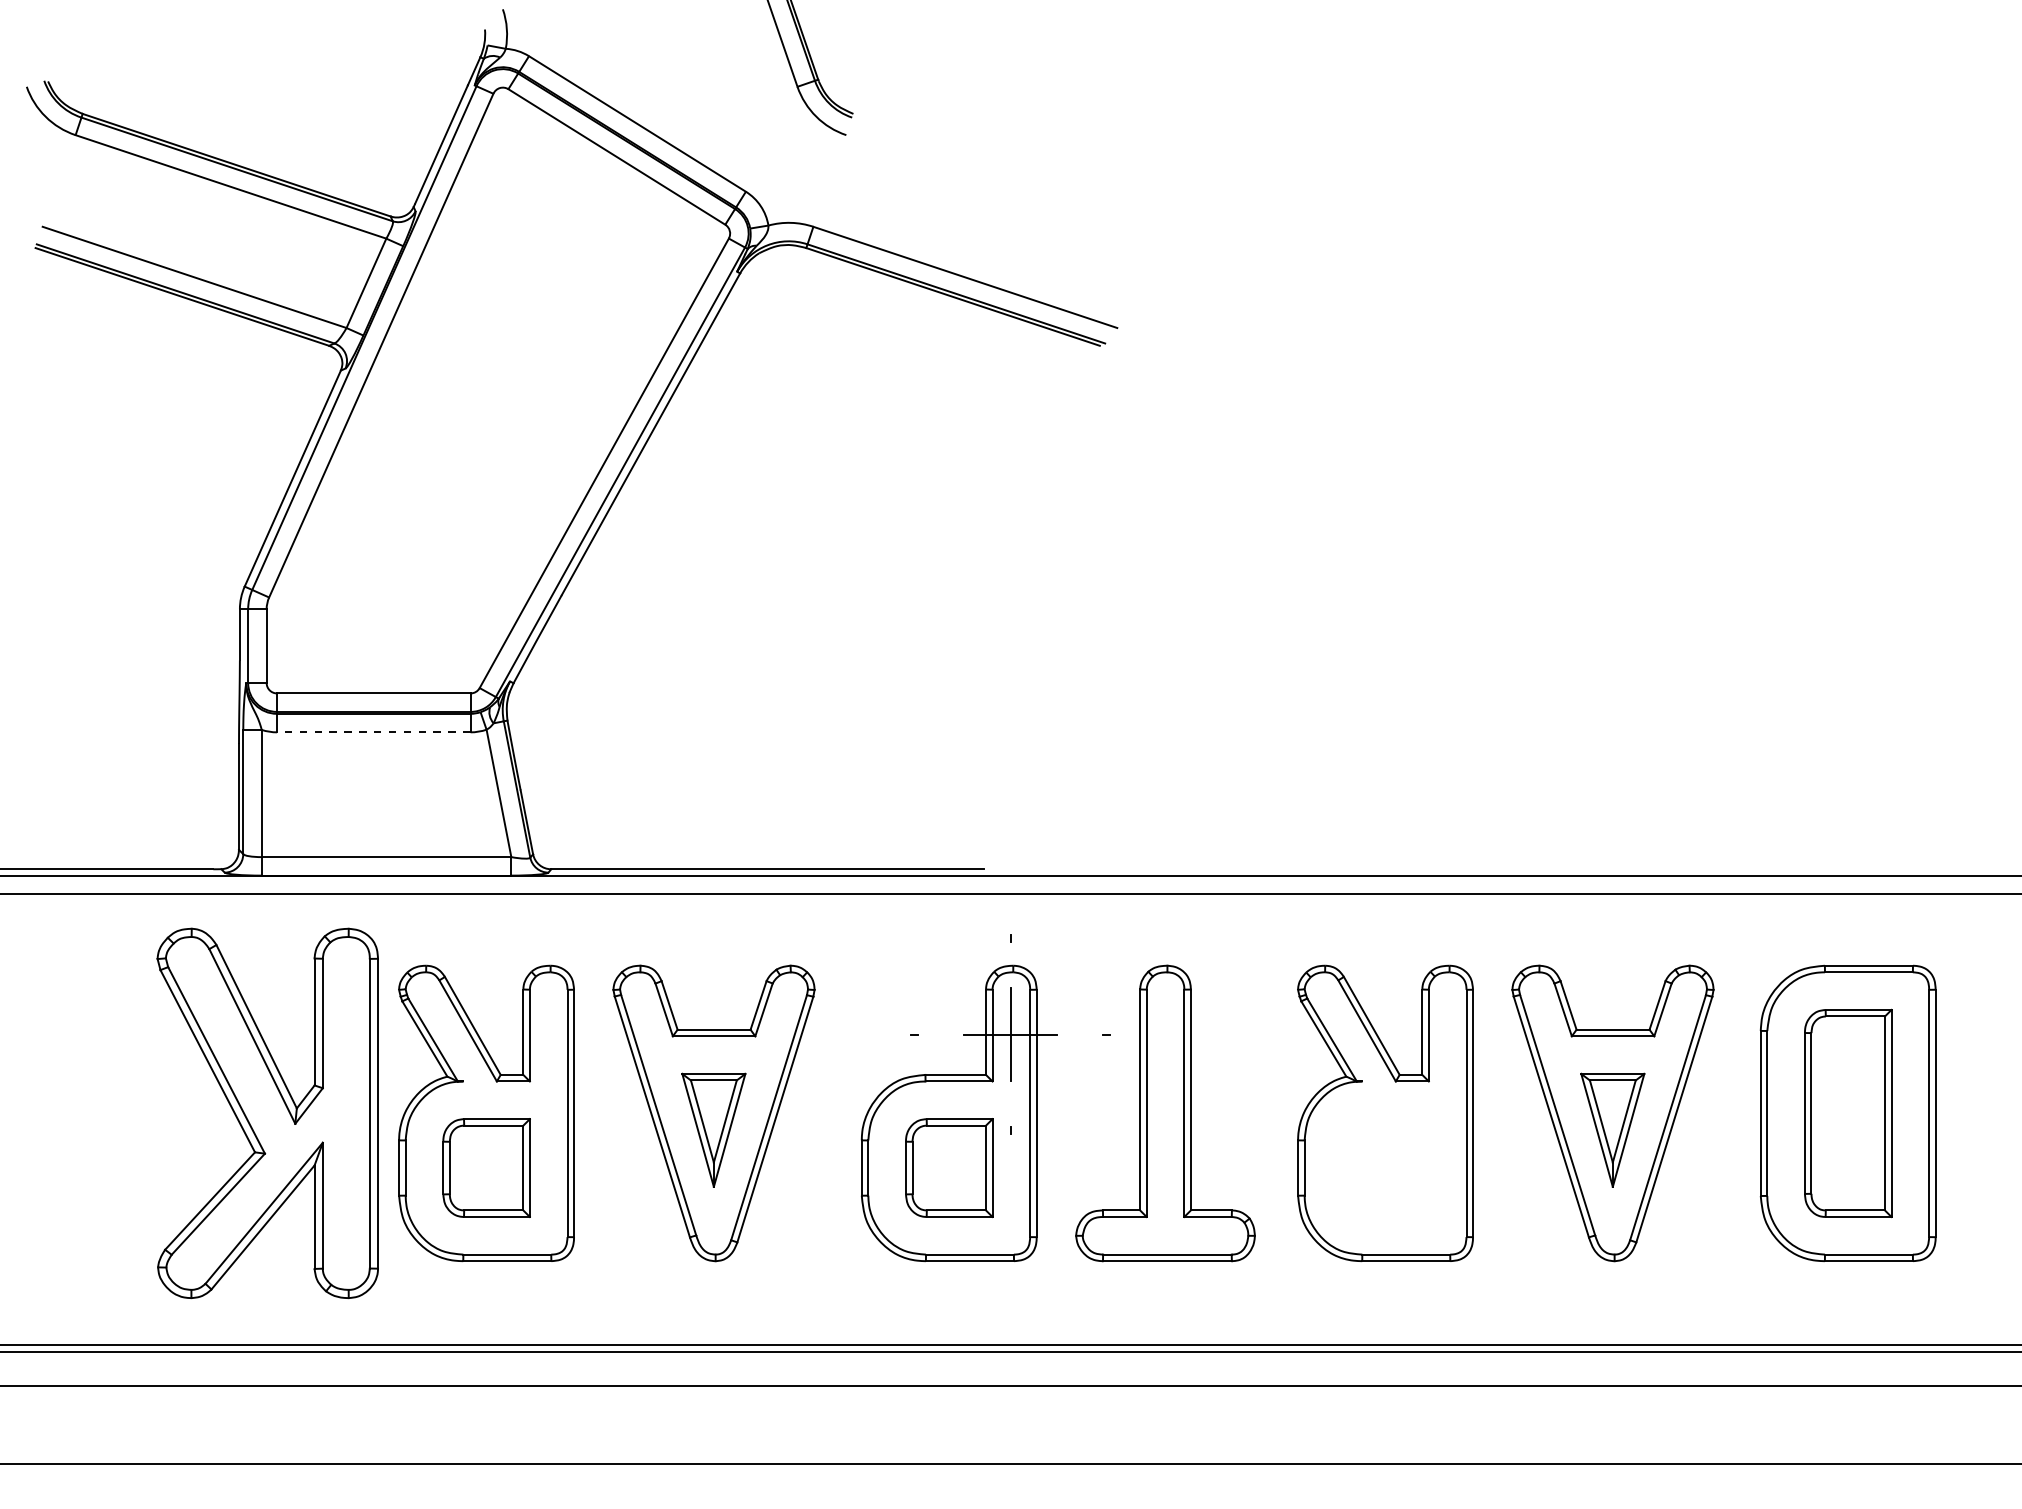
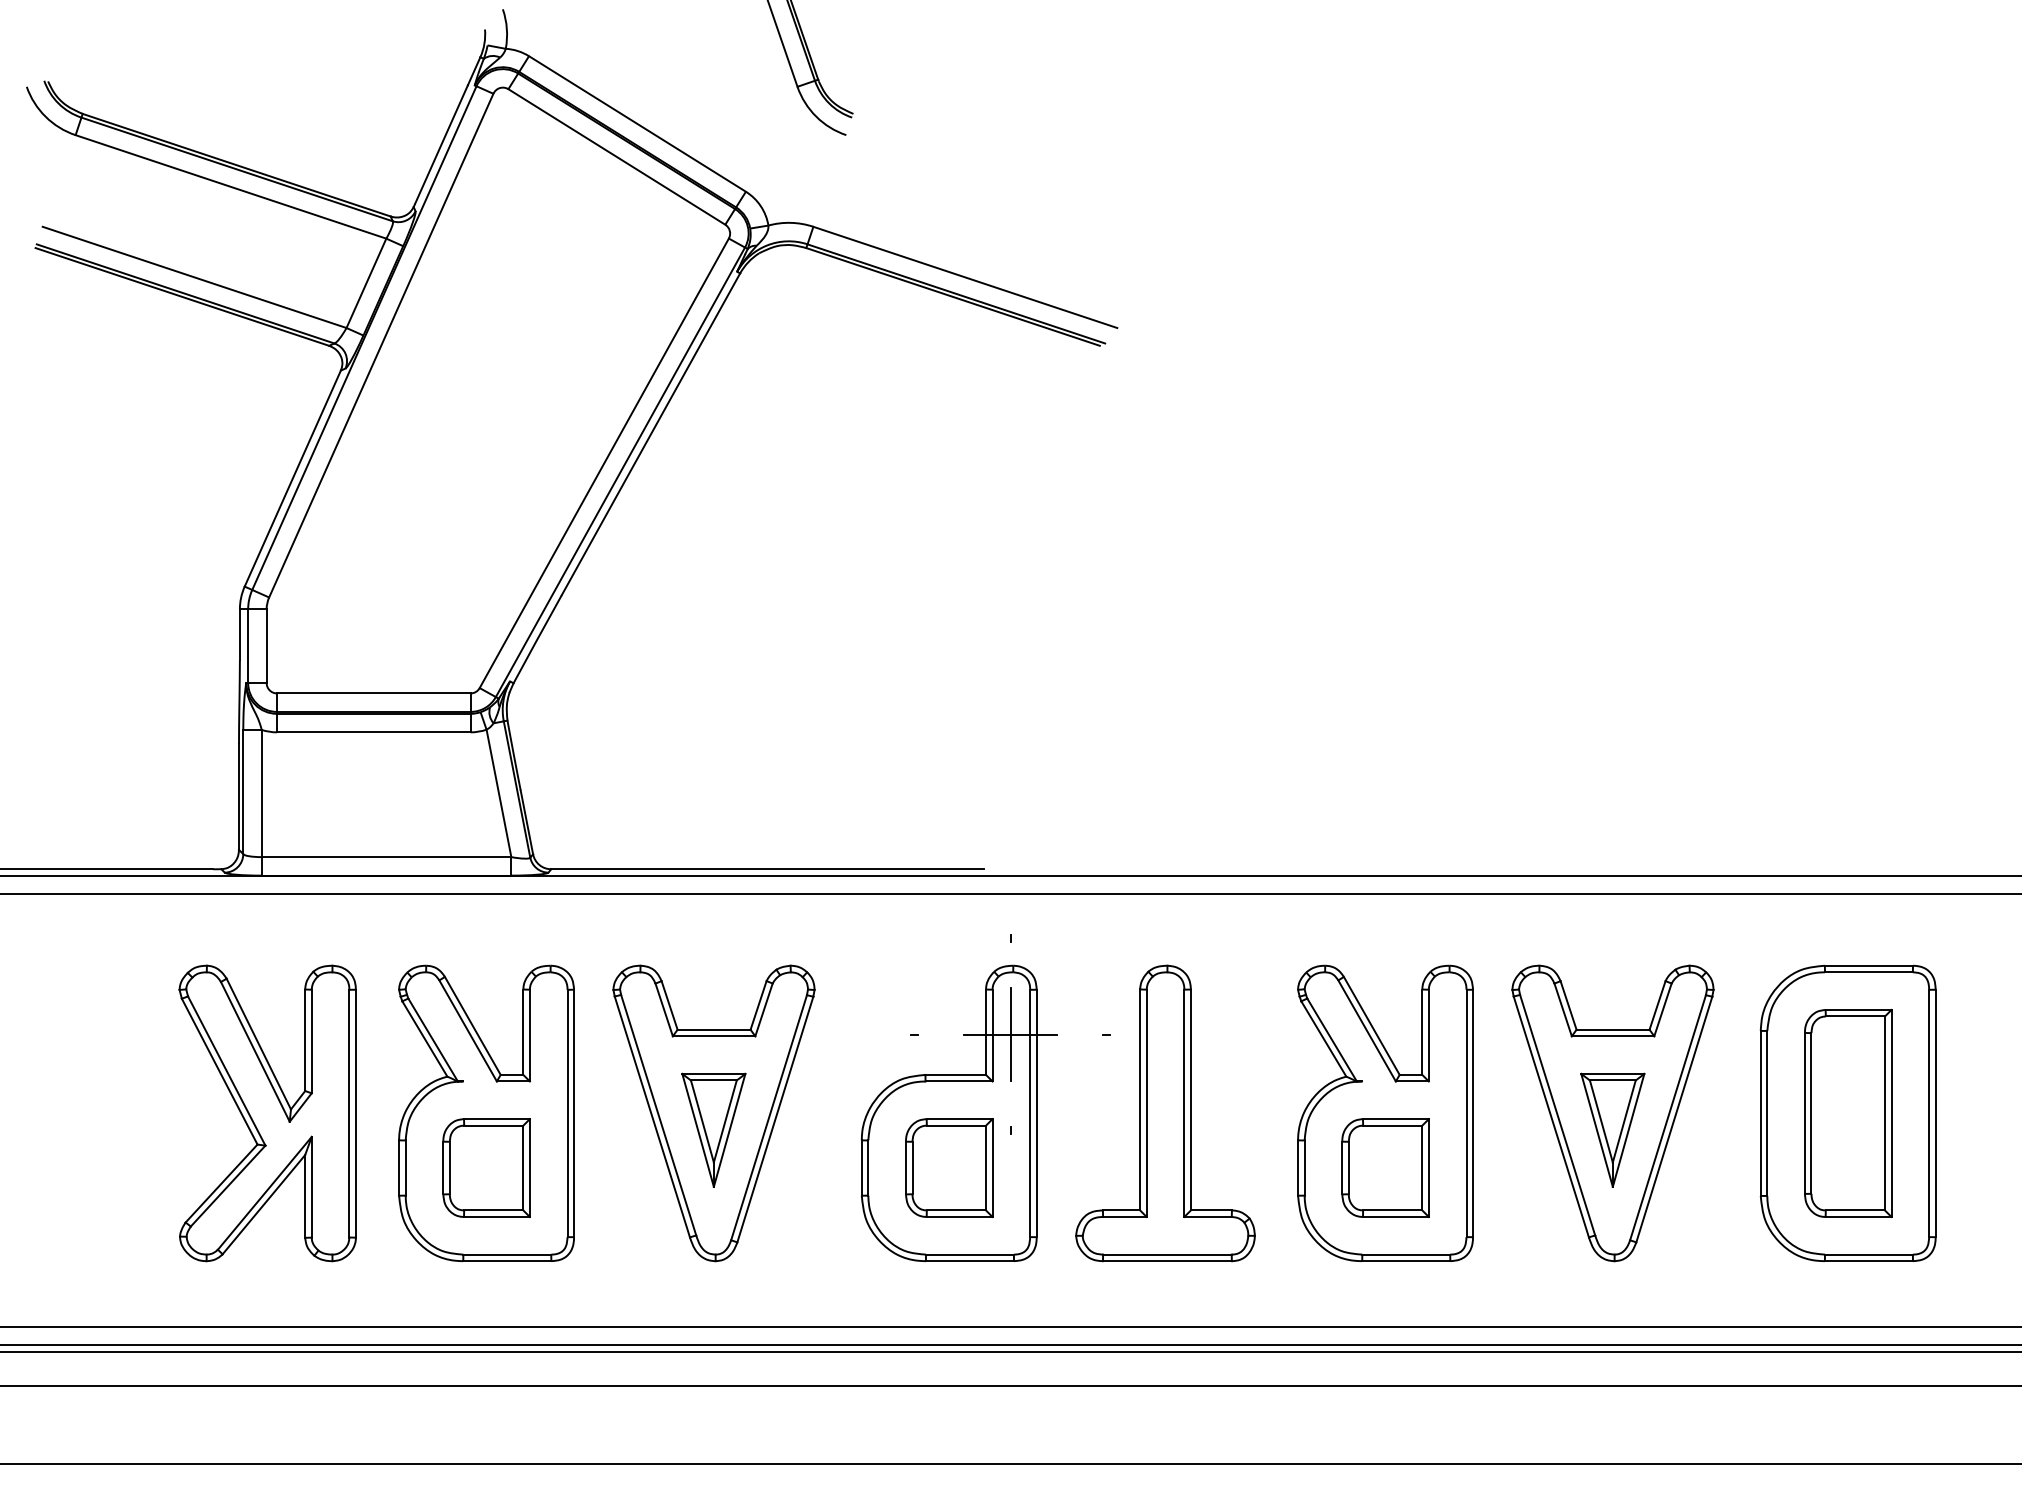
line at (373, 732): dashed -> solid
part at (267, 1113) size: 223x373 px -> 179x299 px
part at (1385, 1167): none -> present
line at (1010, 1326): none -> present
